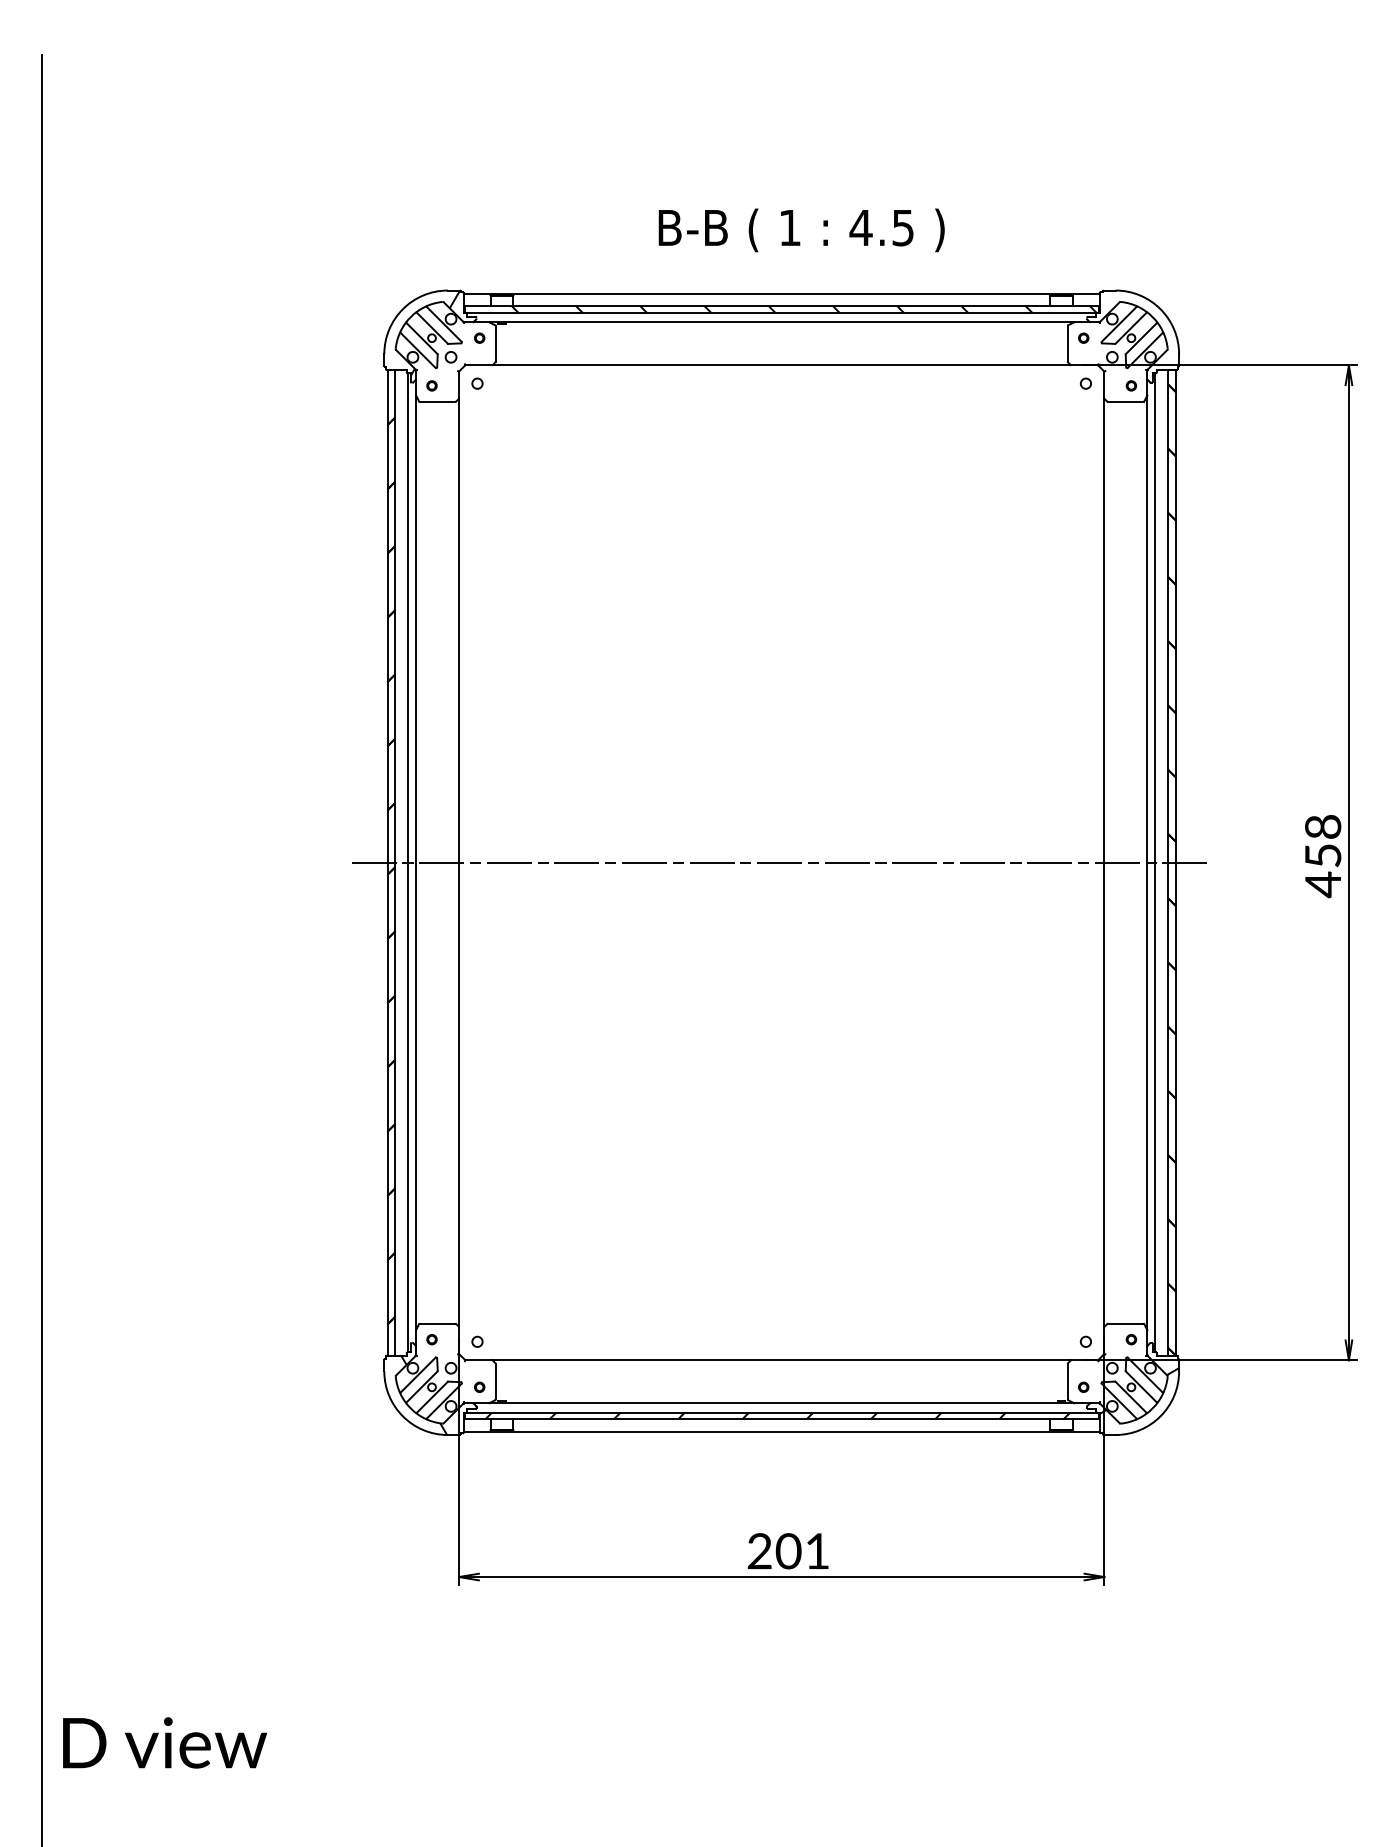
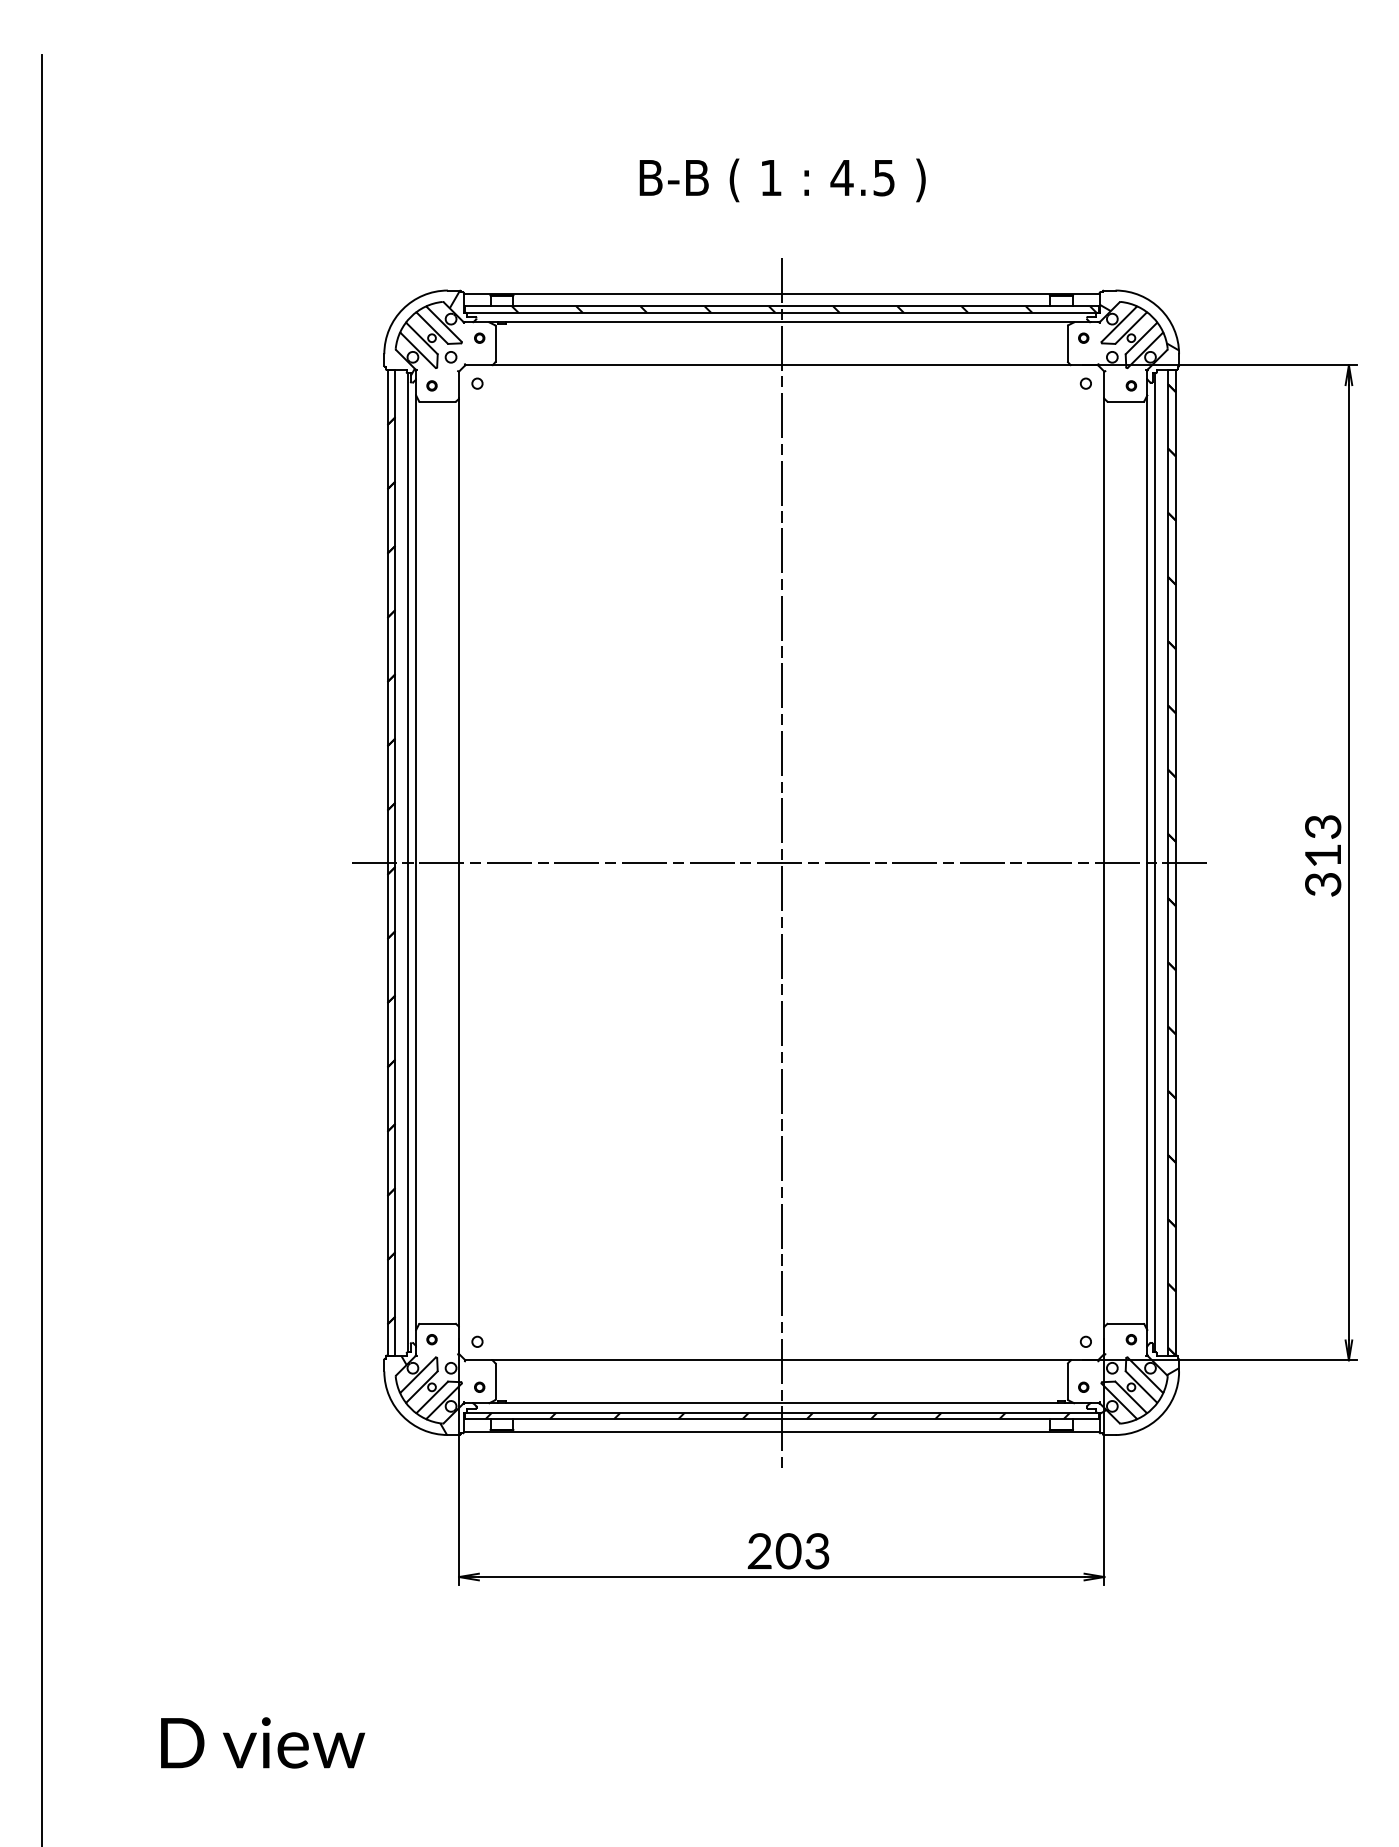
text at (801, 230) position: (801, 230) -> (782, 180)
hatch at (1139, 327): none -> present
text at (1323, 856): 458 -> 313
line at (781, 862): none -> present
text at (817, 1551): 201 -> 203
text at (165, 1742) position: (165, 1742) -> (263, 1742)
